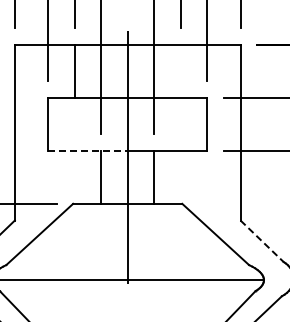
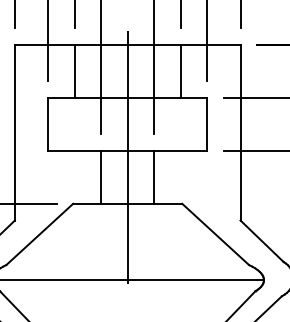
line at (180, 70): none -> present
line at (87, 150): dashed -> solid
line at (262, 241): dashed -> solid
